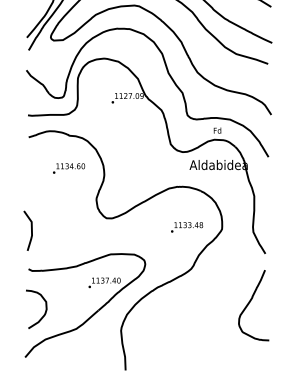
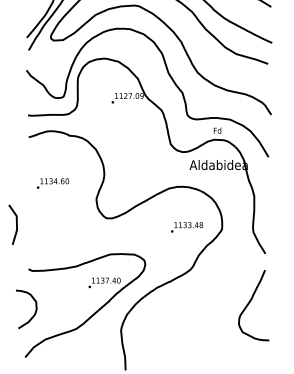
text at (69, 168) position: (69, 168) -> (53, 183)
line at (31, 230) position: (31, 230) -> (16, 224)
curve at (44, 312) position: (44, 312) -> (34, 312)
